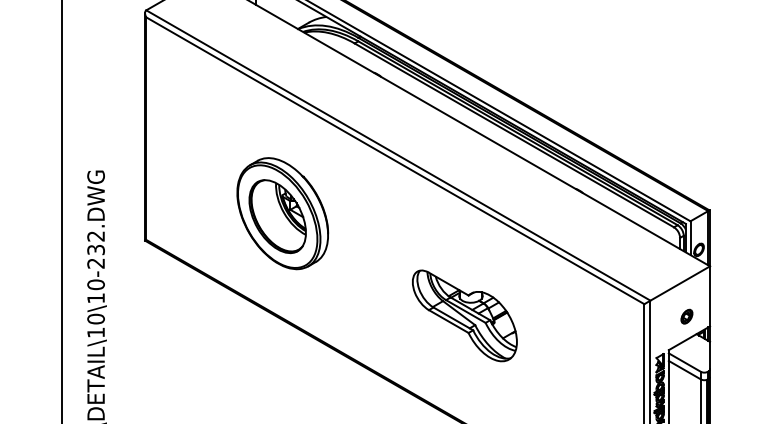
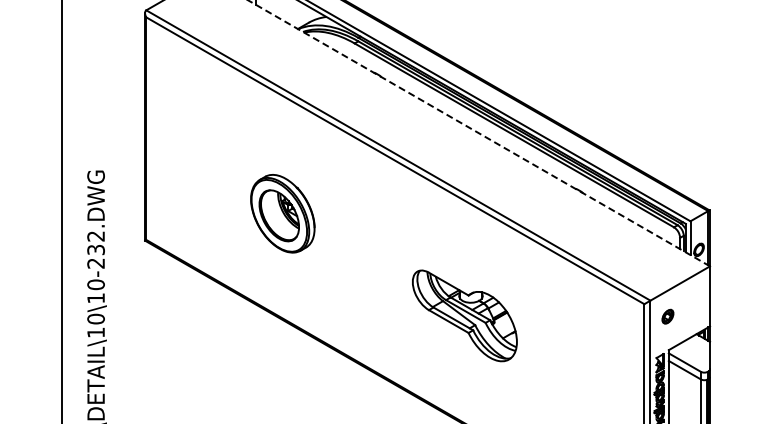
line at (478, 133): solid -> dashed
part at (282, 213) size: 94x114 px -> 66x80 px
part at (686, 316) position: (686, 316) -> (667, 316)
